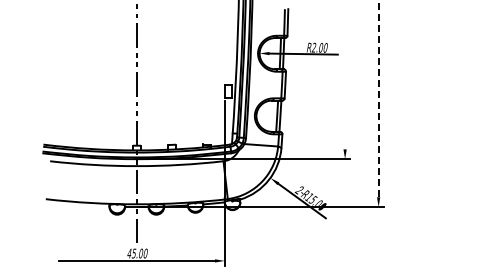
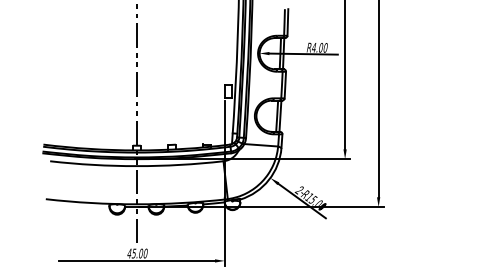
text at (313, 47): R2.00 -> R4.00
line at (345, 75): none -> present
line at (378, 98): dashed -> solid
